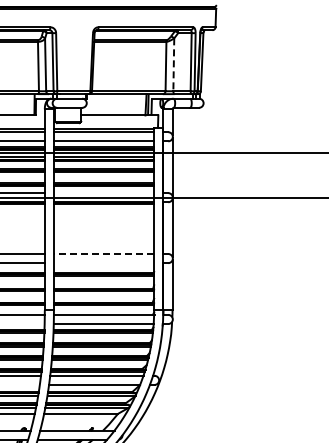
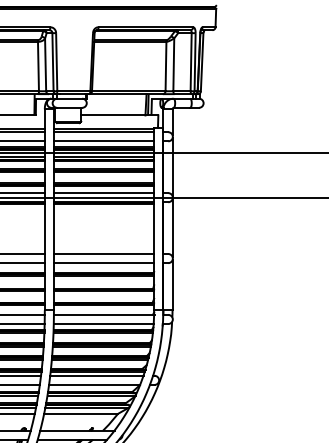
line at (173, 65): dashed -> solid
line at (103, 193): none -> present
line at (103, 254): dashed -> solid
line at (103, 263): none -> present
line at (23, 324): none -> present
line at (20, 384): none -> present
